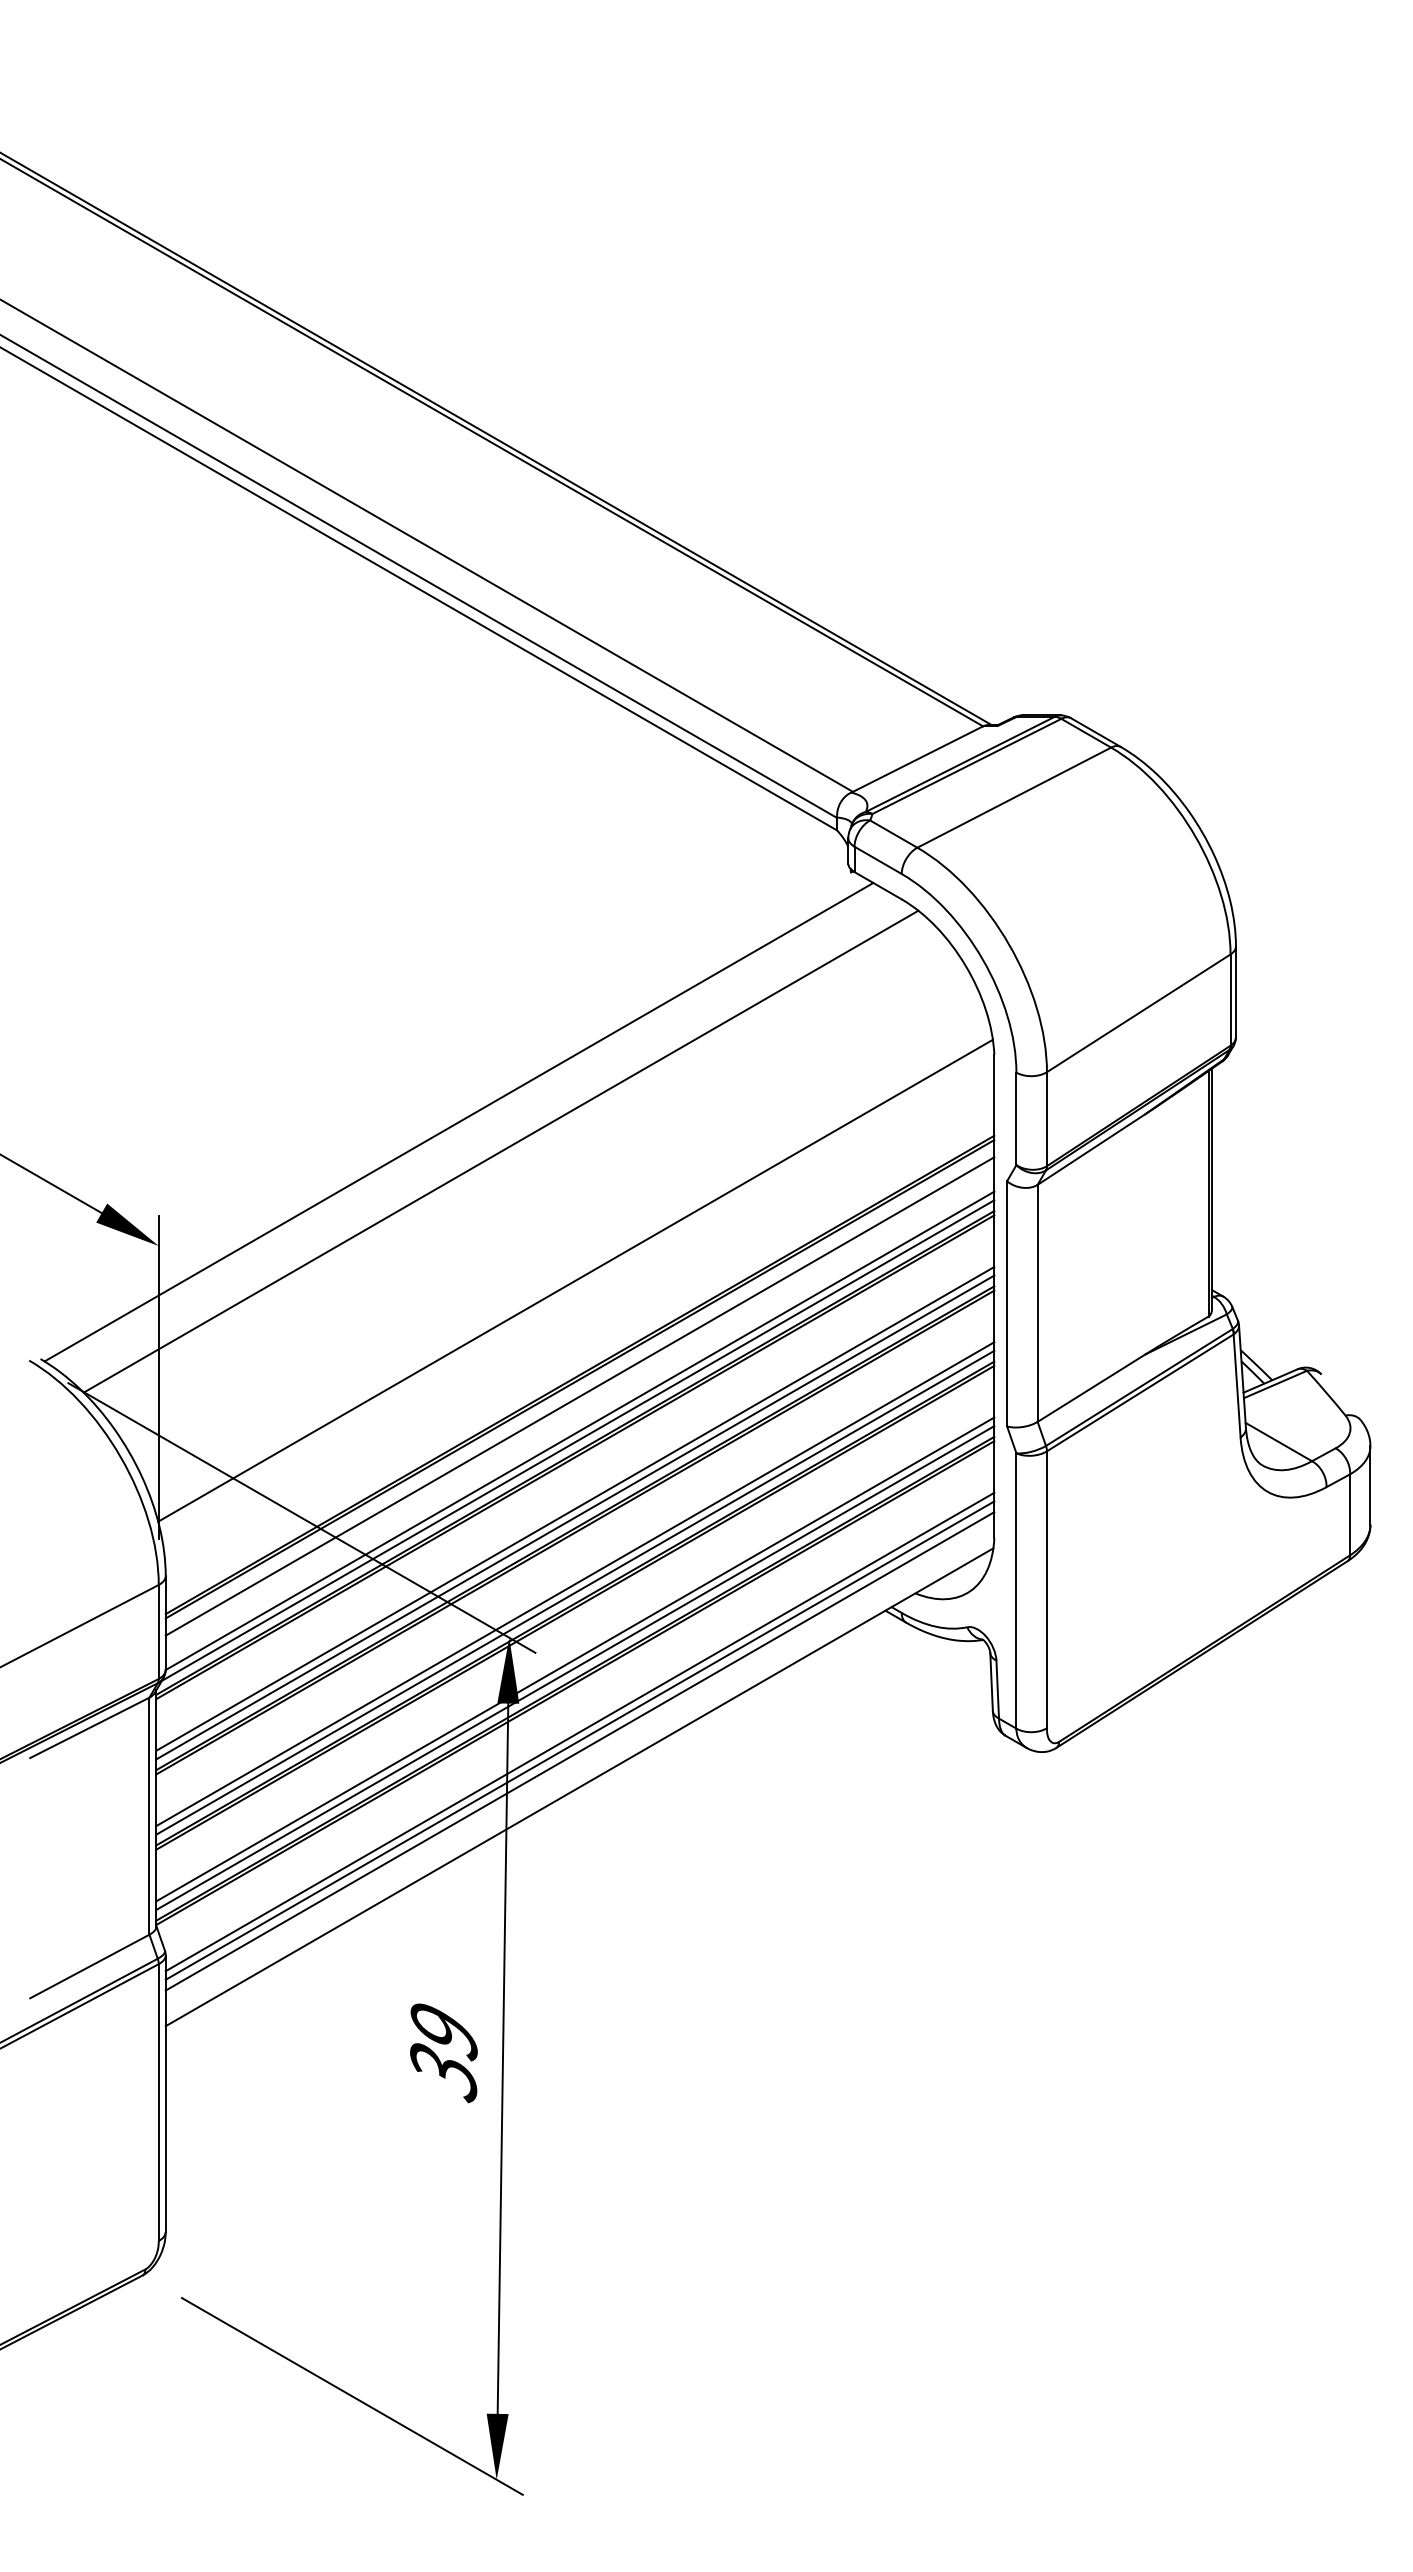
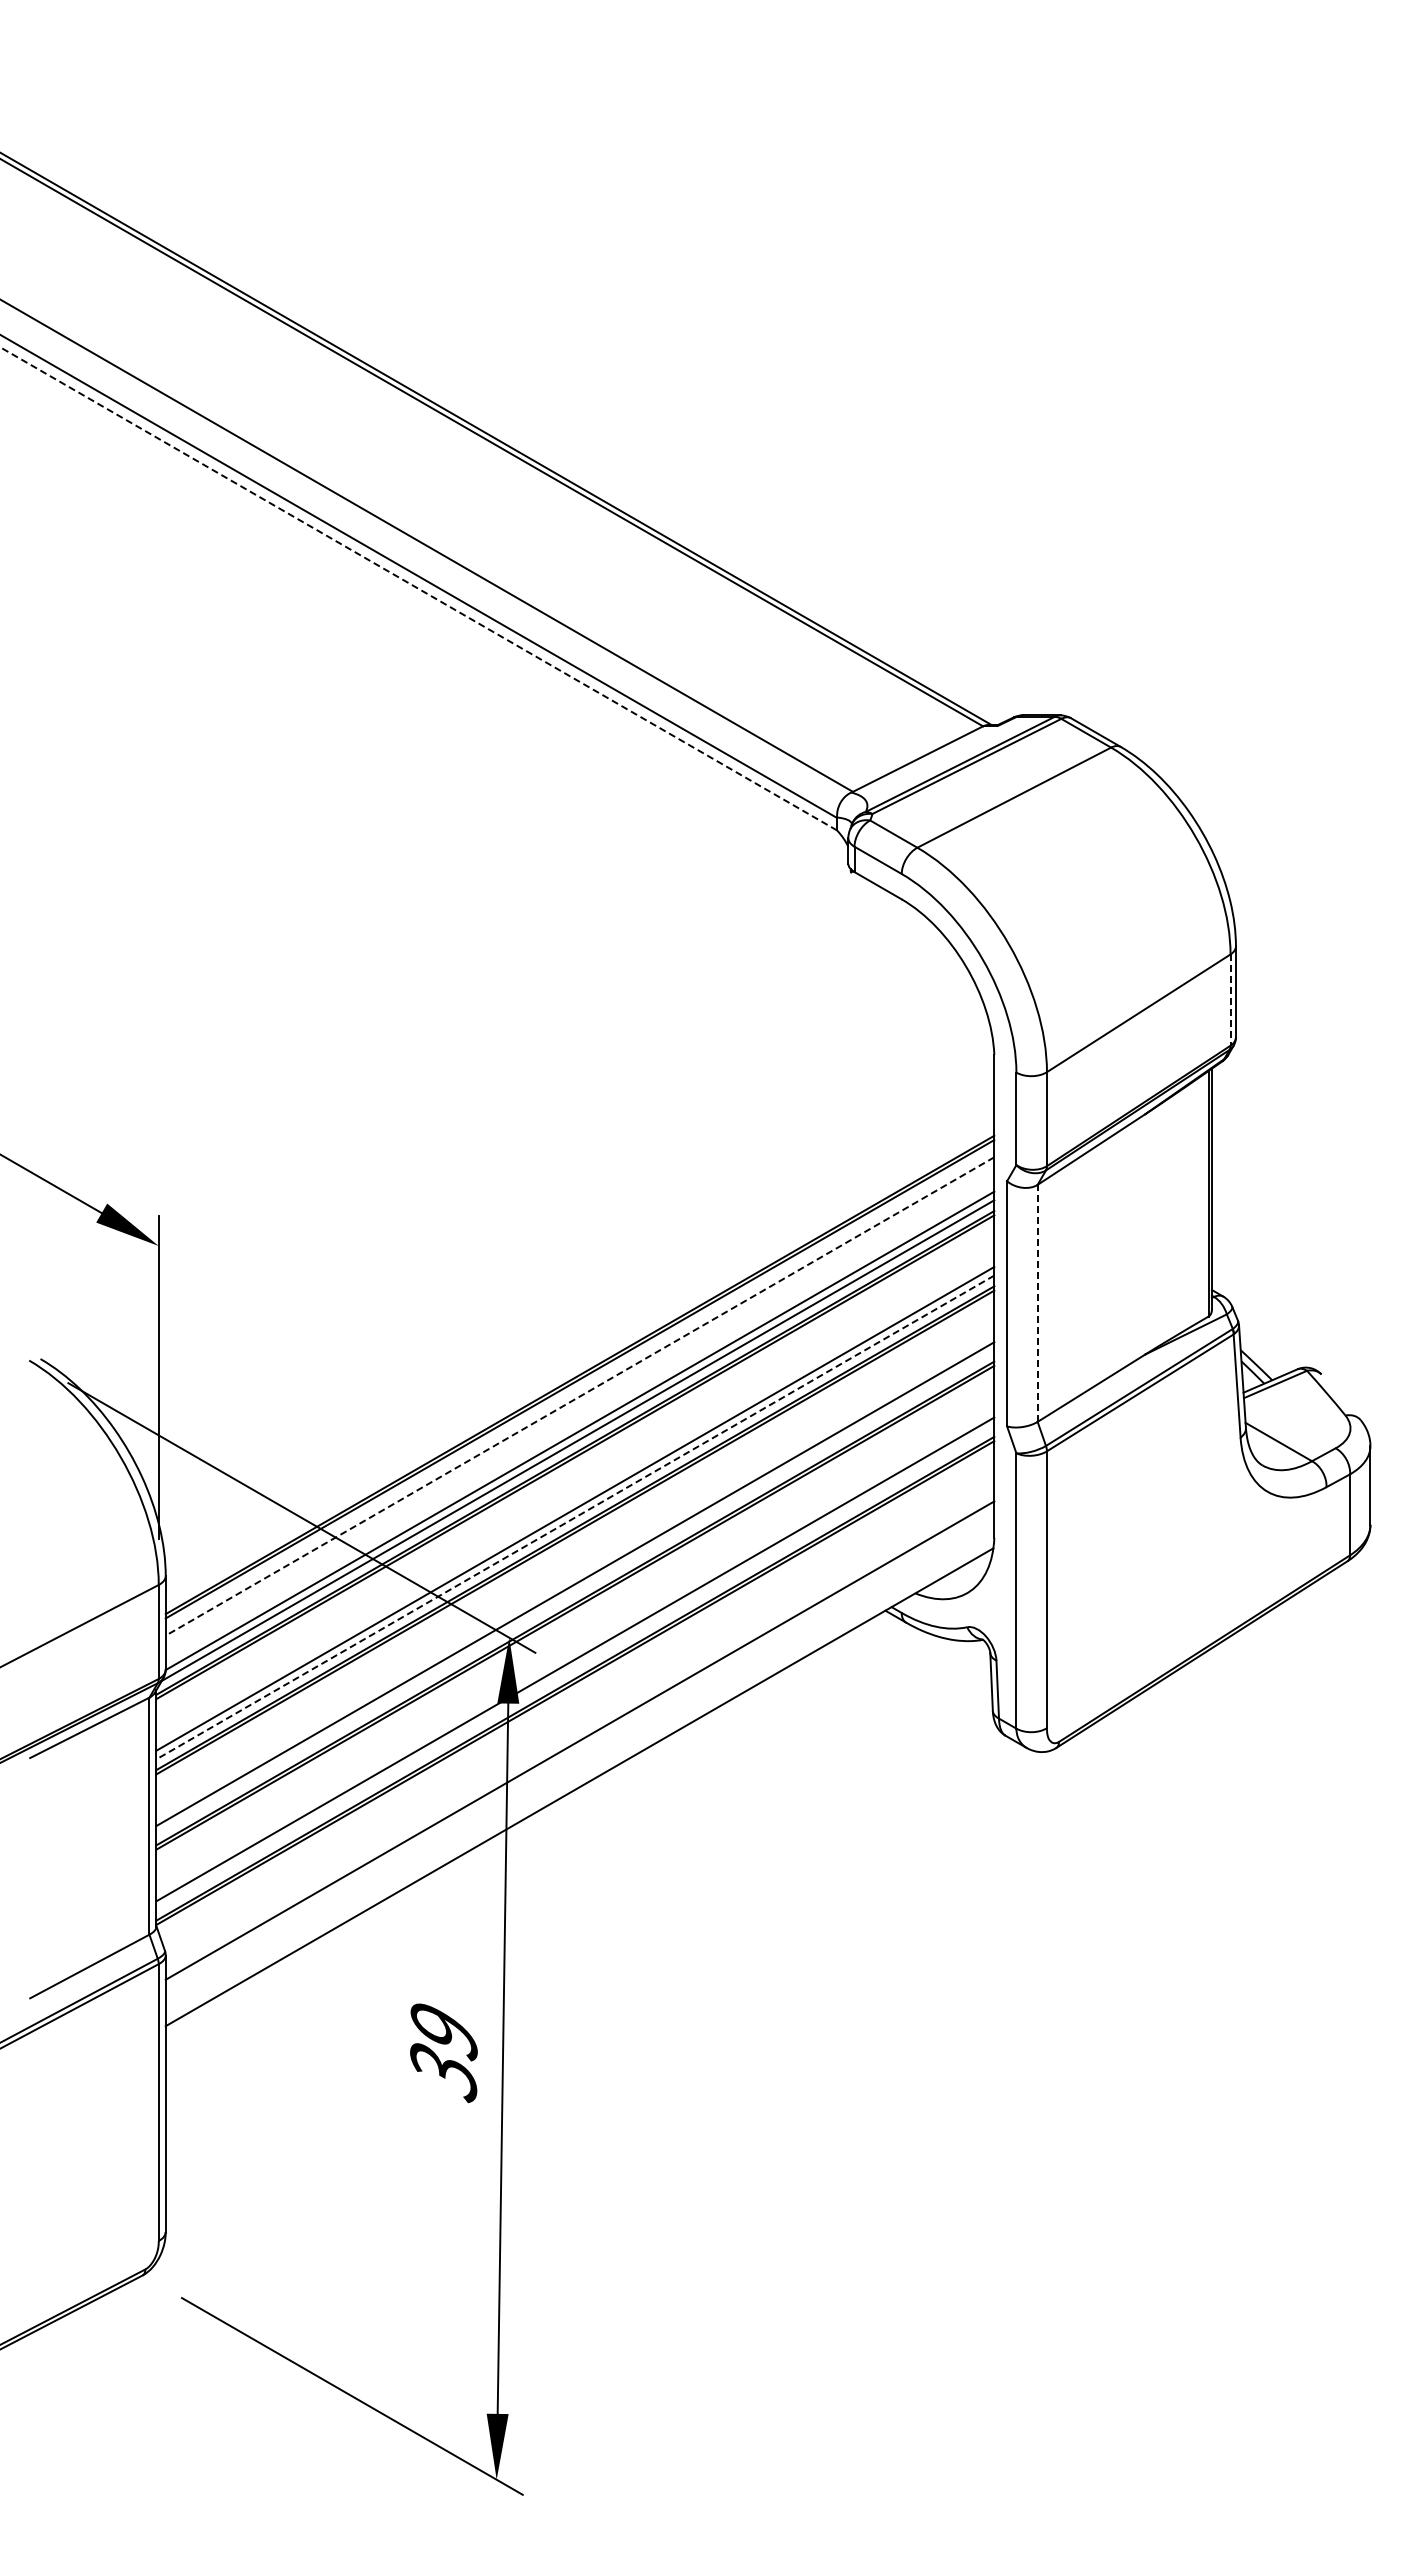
line at (418, 588): solid -> dashed
line at (1230, 1000): solid -> dashed
line at (458, 1121): present -> none
line at (500, 1151): present -> none
line at (575, 1280): present -> none
line at (1037, 1303): solid -> dashed
line at (579, 1396): solid -> dashed
line at (575, 1517): solid -> dashed
line at (575, 1592): present -> none
line at (575, 1667): present -> none
line at (579, 1731): present -> none
line at (579, 1751): present -> none
